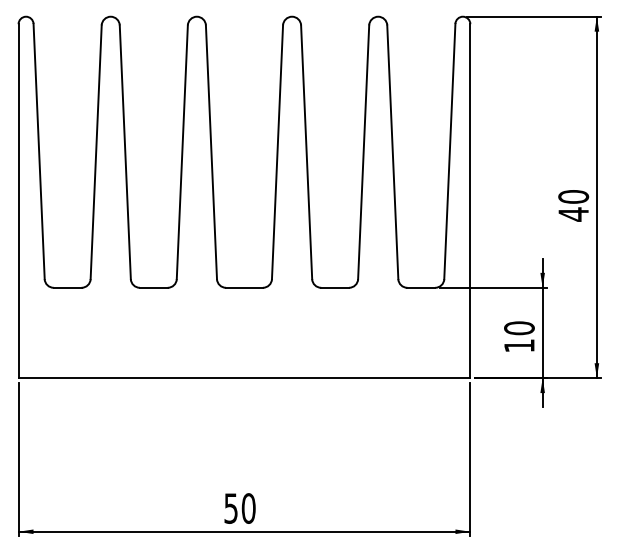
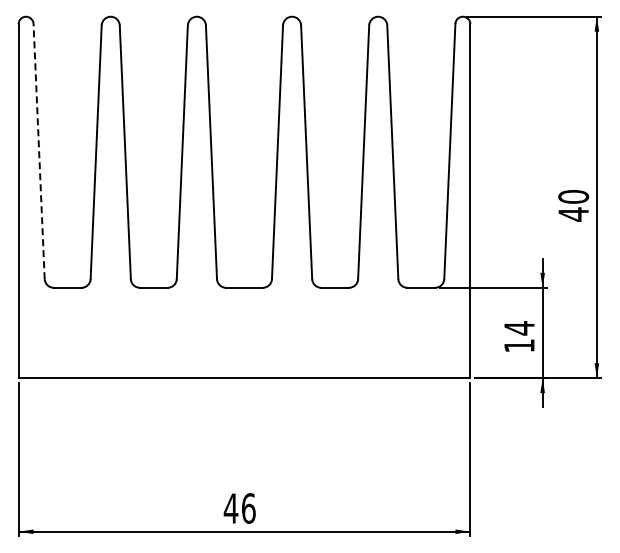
line at (39, 151): solid -> dashed
text at (519, 328): 10 -> 14
text at (239, 508): 50 -> 46
